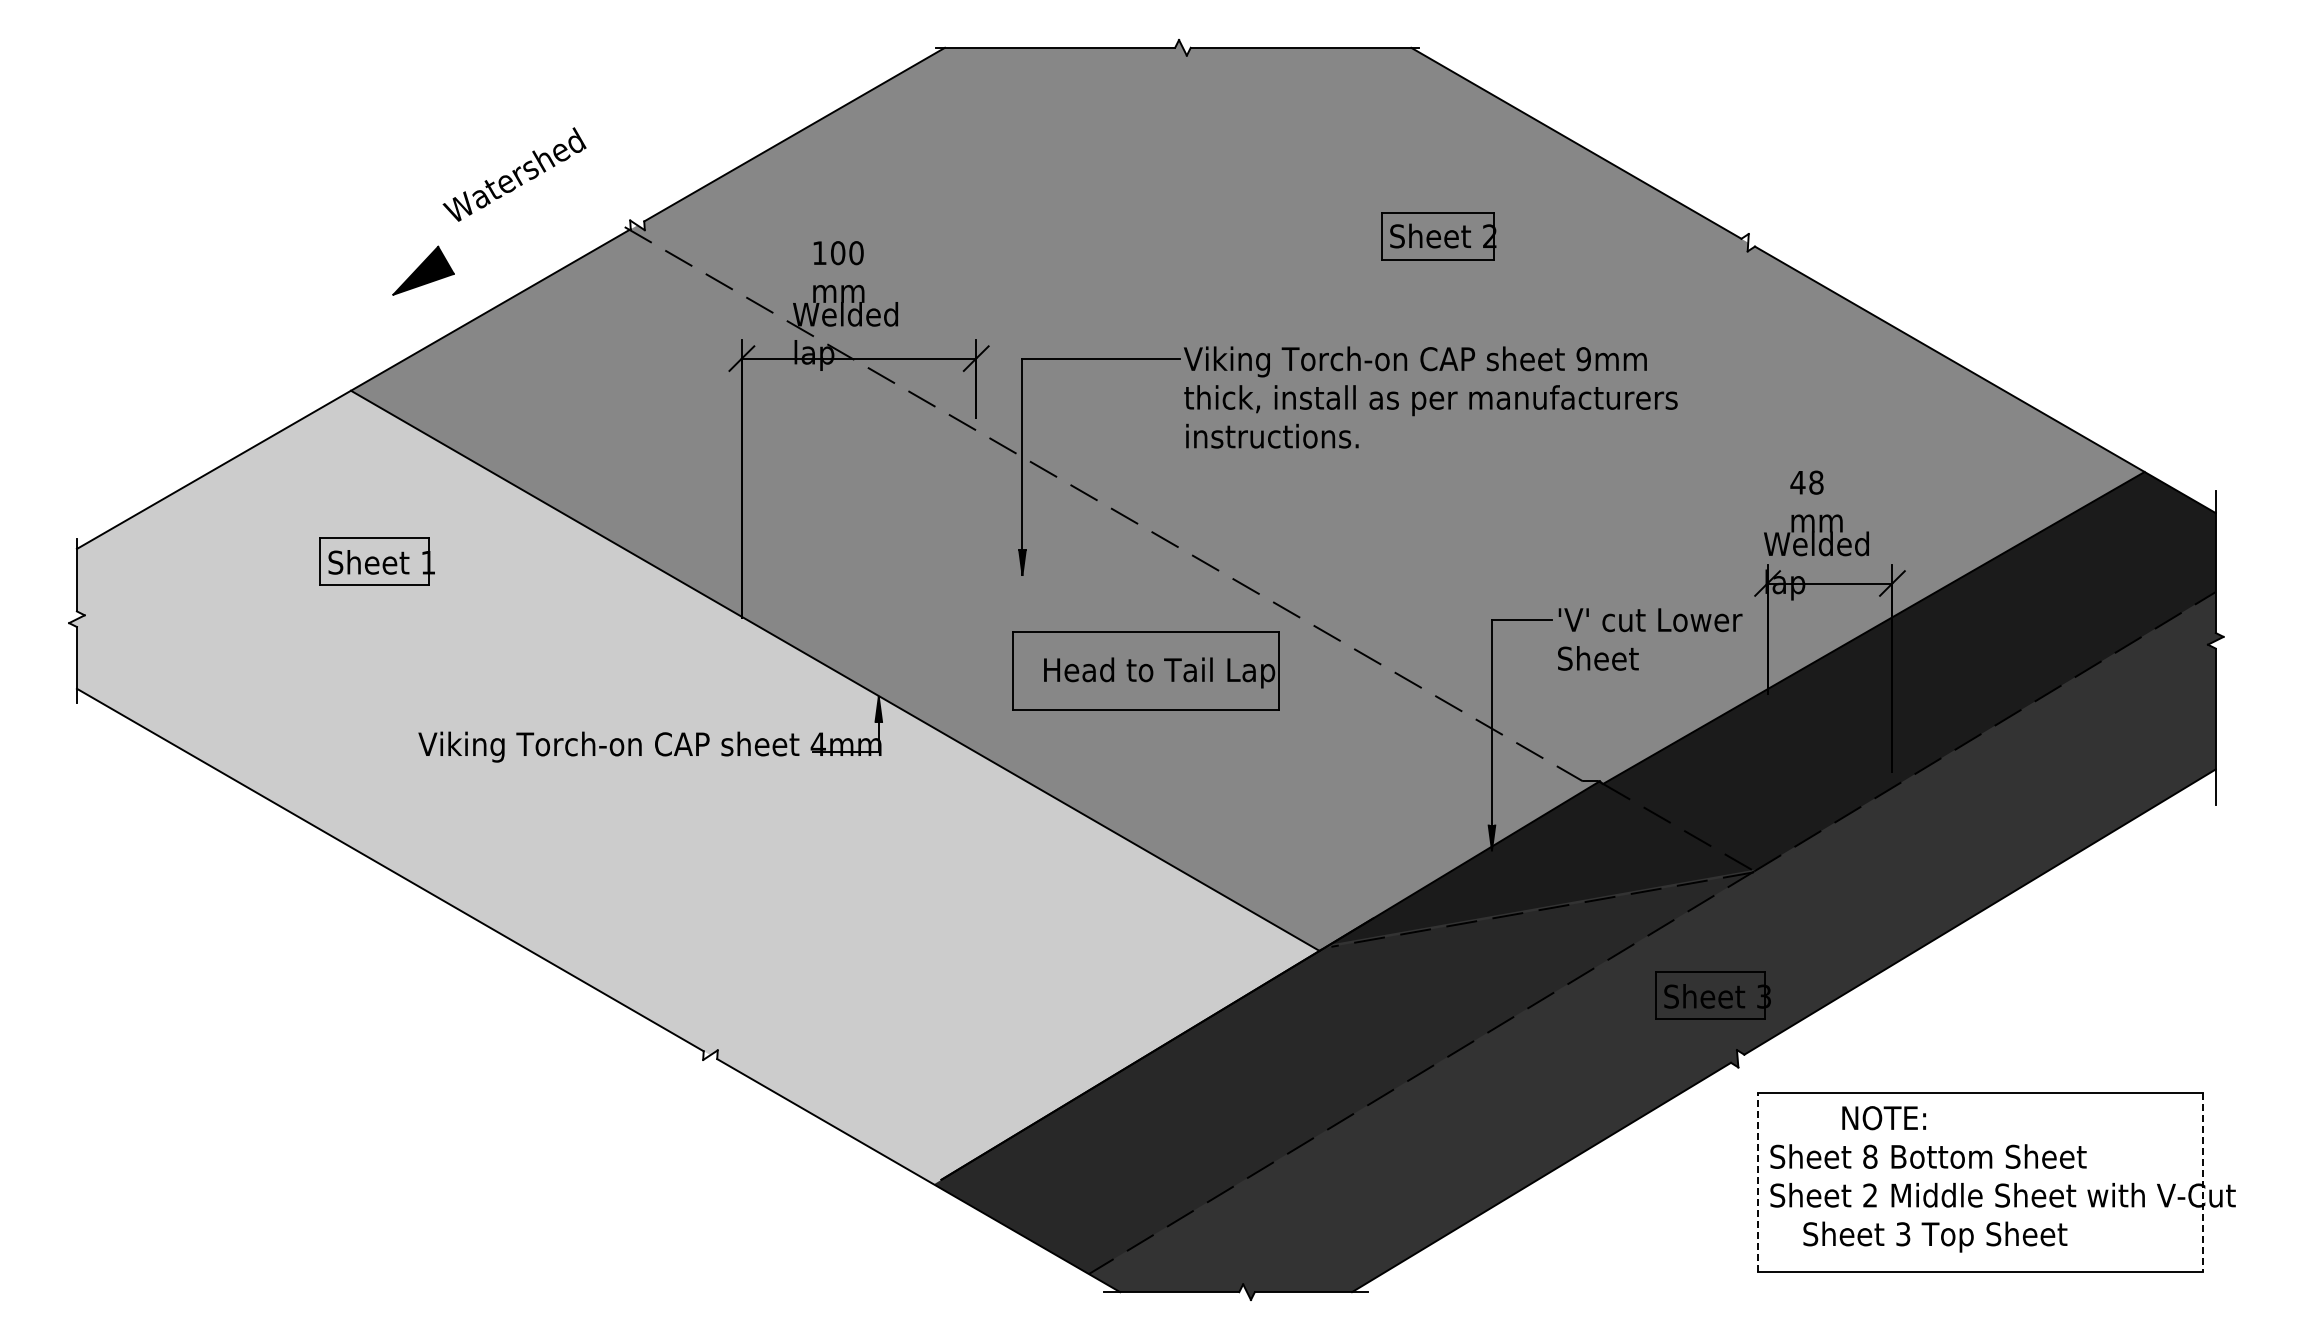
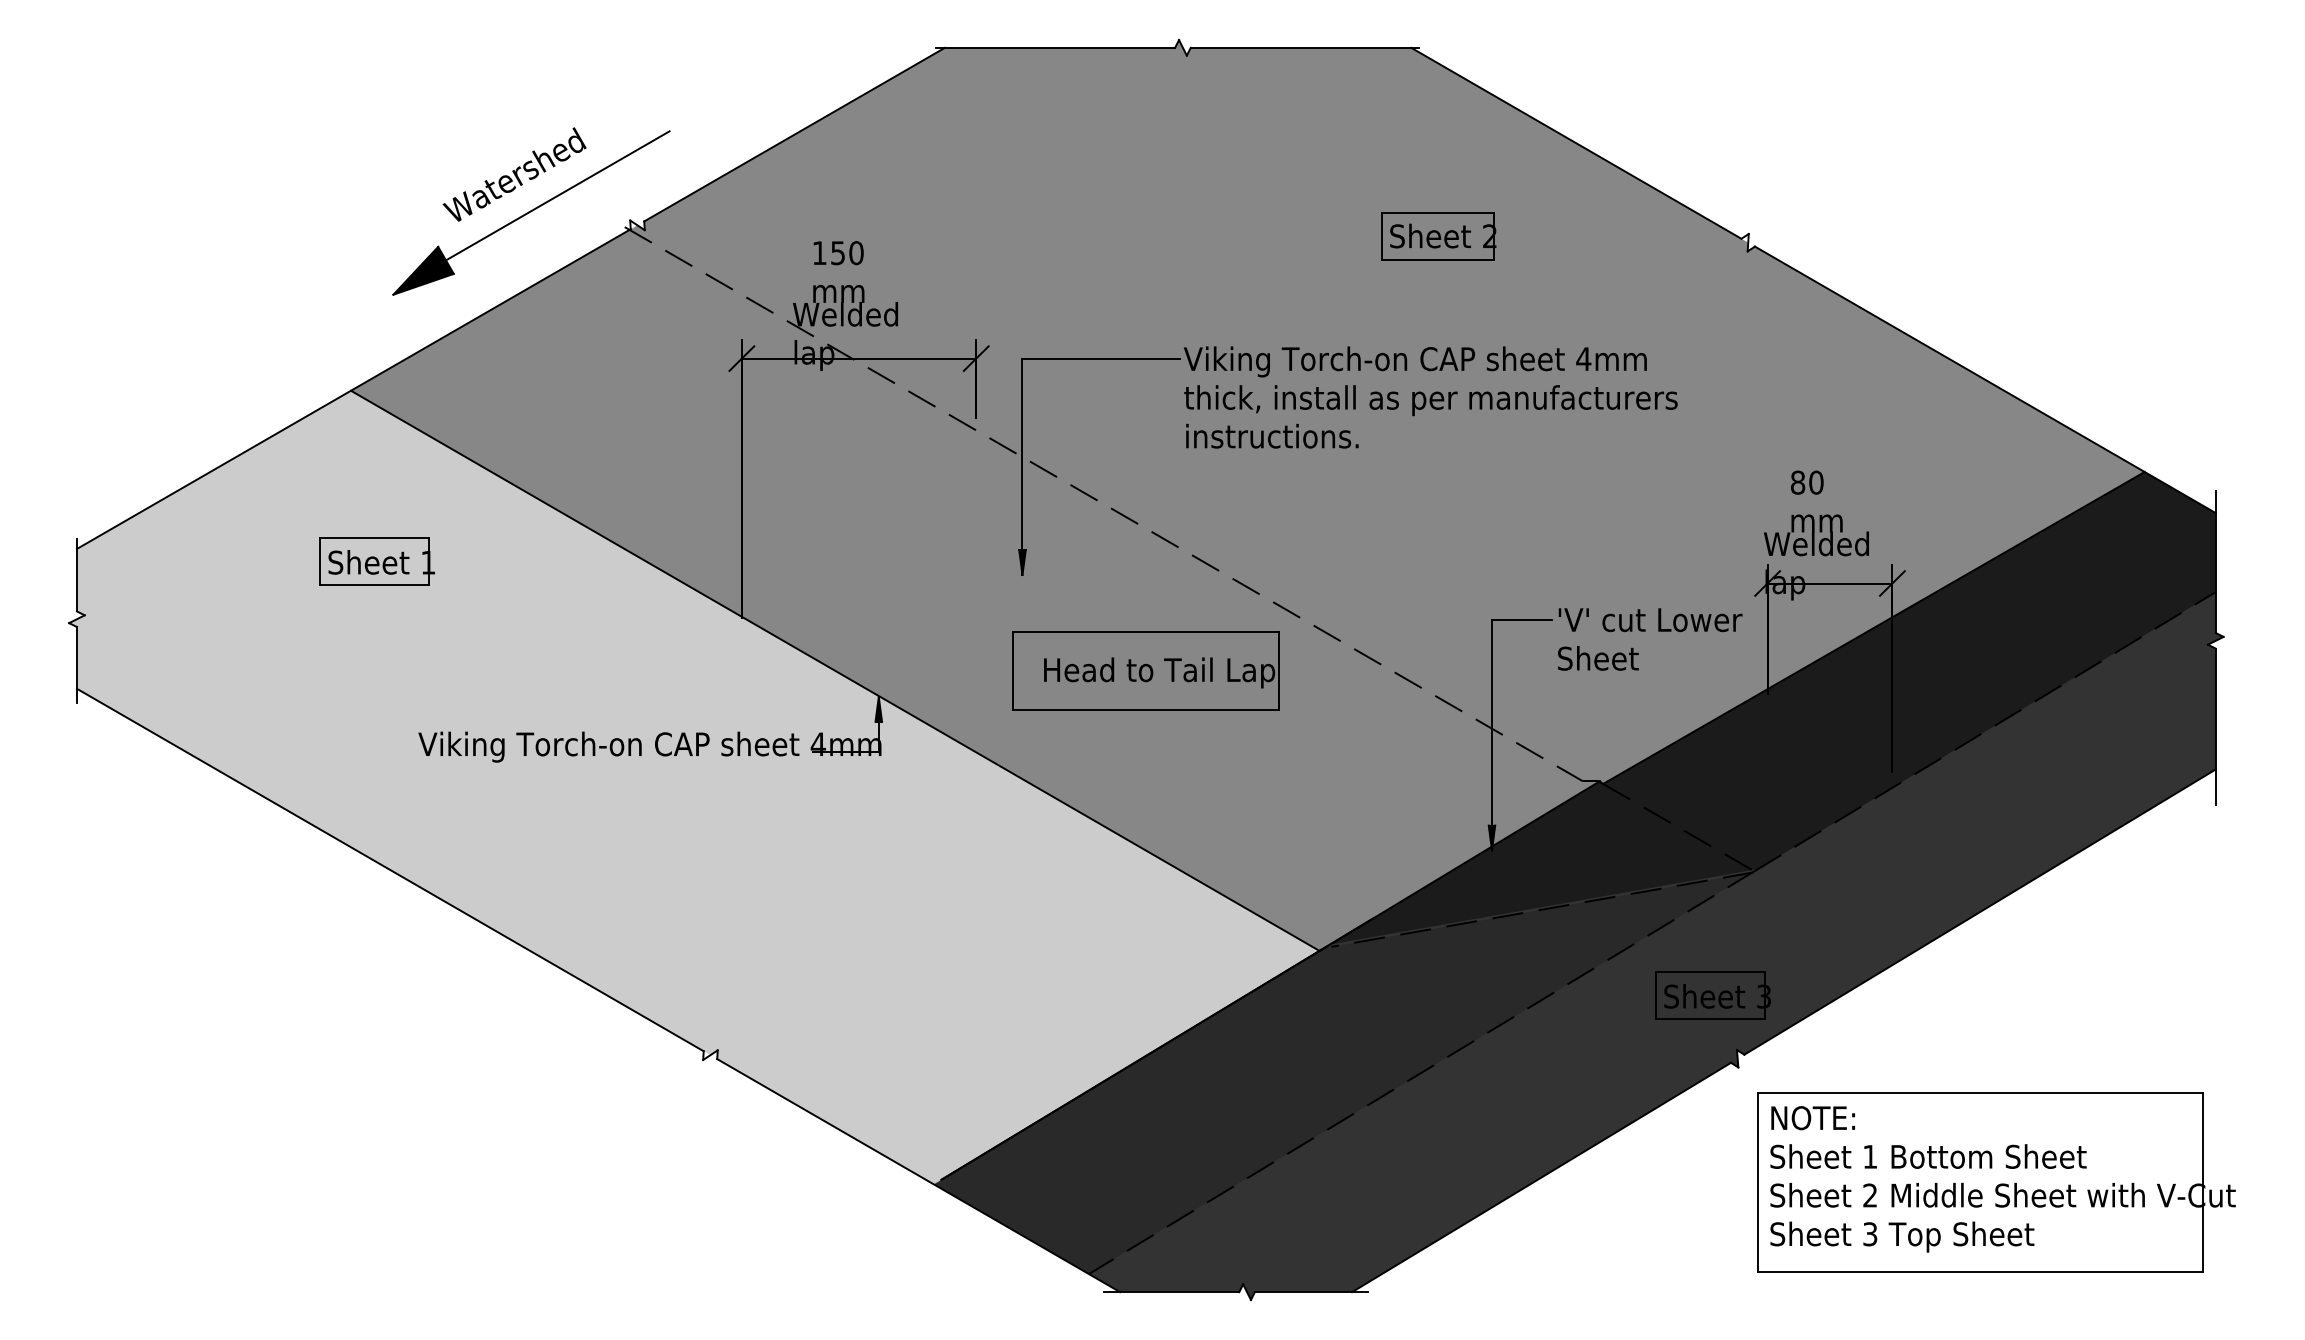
line at (557, 195): none -> present
text at (838, 253): 100 -> 150
text at (1583, 359): 9mm -> 4mm
text at (1806, 482): 48 -> 80
text at (1883, 1118) position: (1883, 1118) -> (1812, 1118)
text at (1870, 1156): 8 -> 1
line at (1758, 1182): dashed -> solid
line at (2203, 1182): dashed -> solid
text at (1935, 1236) position: (1935, 1236) -> (1902, 1236)
